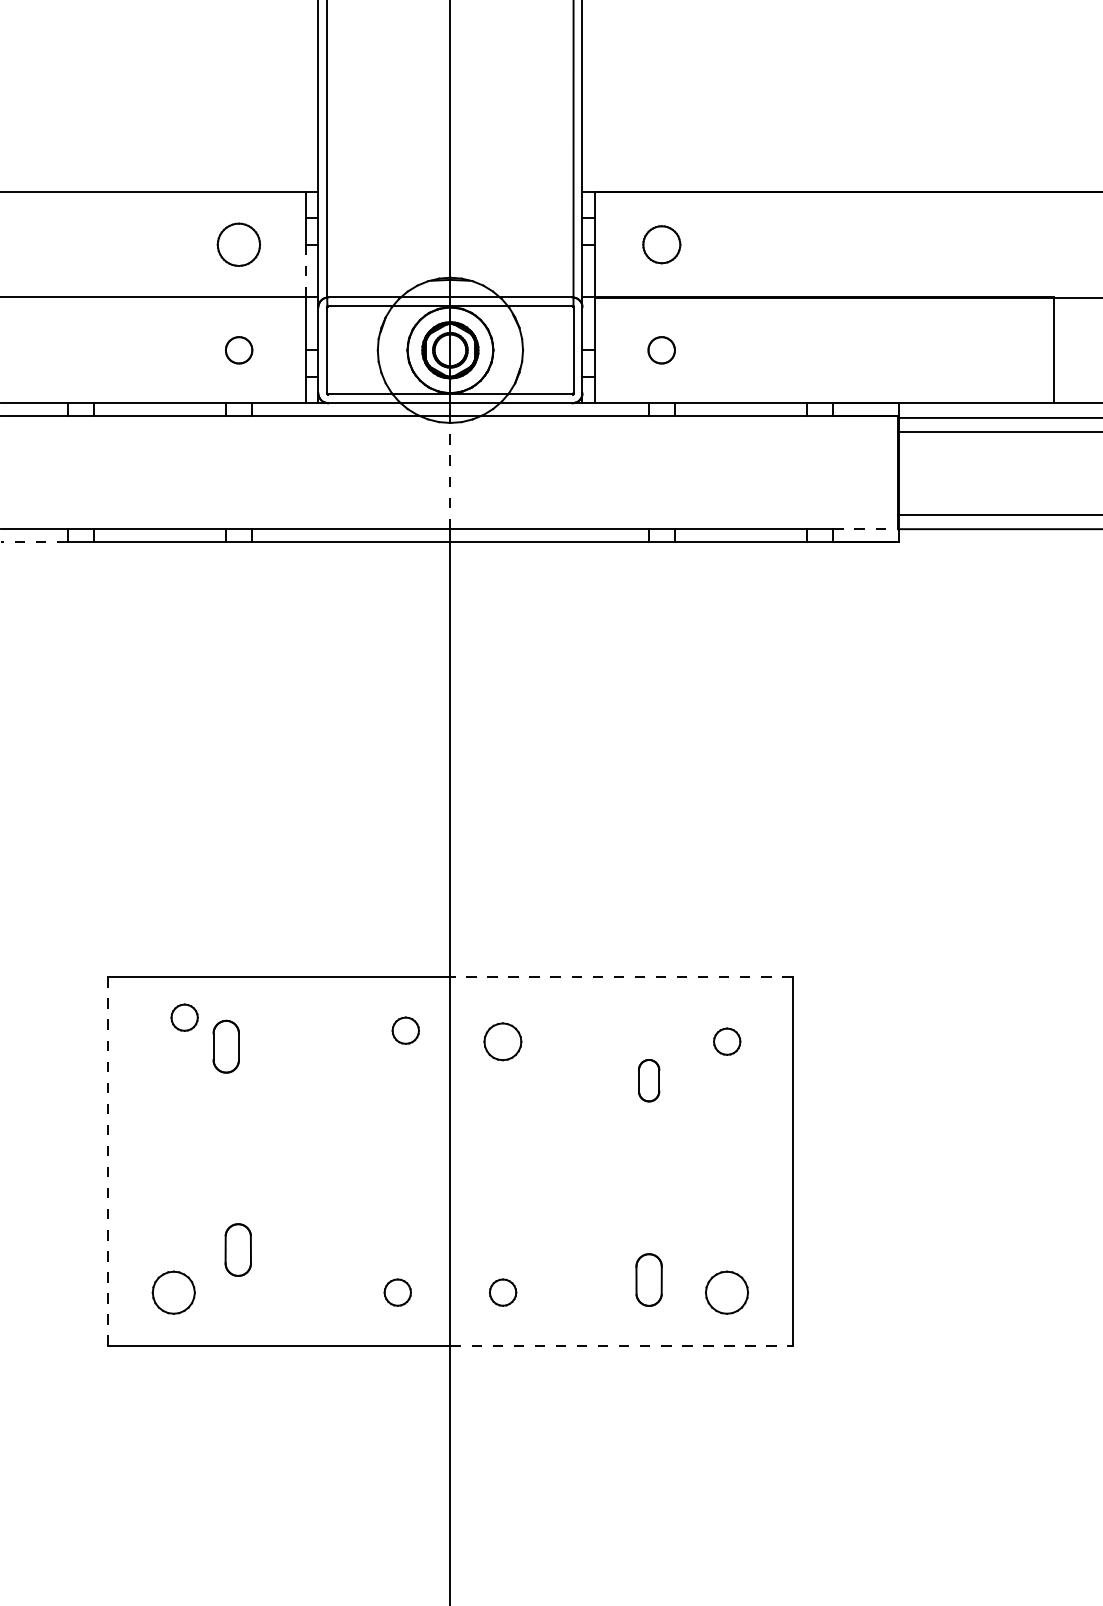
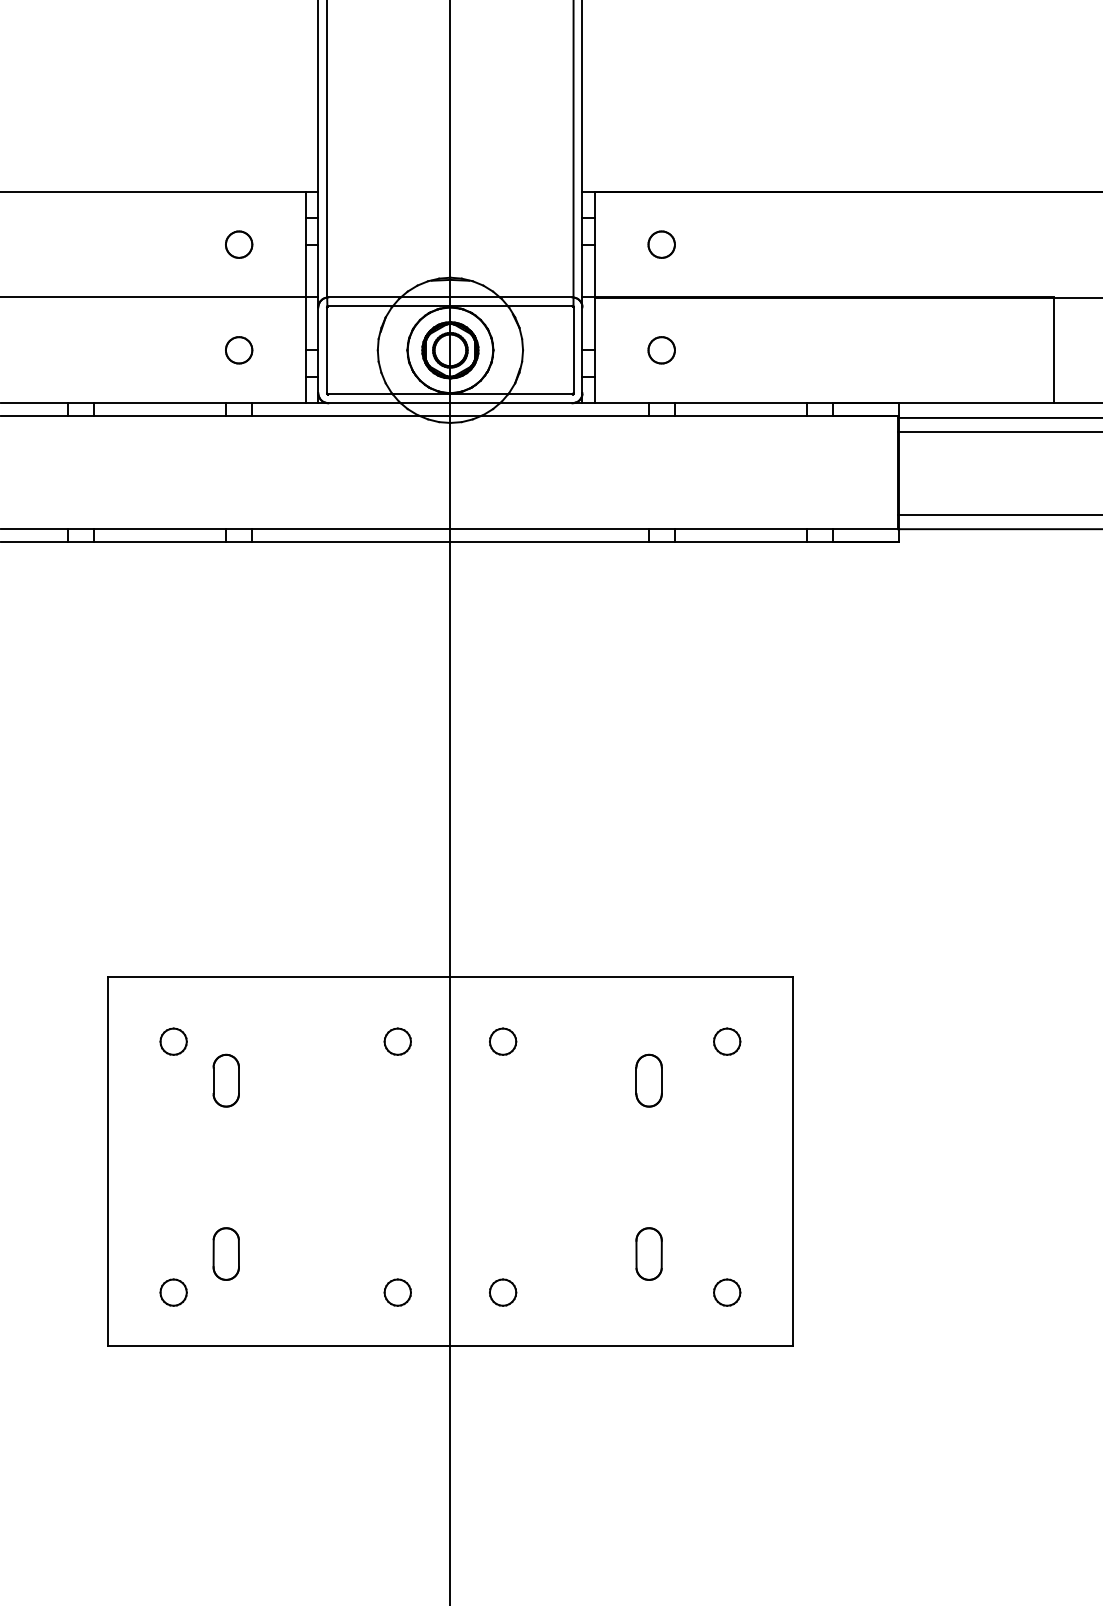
part at (238, 244) size: 45x45 px -> 29x29 px
part at (661, 244) size: 40x40 px -> 29x29 px
line at (305, 270): dashed -> solid
line at (450, 475): dashed -> solid
line at (866, 529): dashed -> solid
line at (33, 541): dashed -> solid
line at (621, 977): dashed -> solid
part at (184, 1017) position: (184, 1017) -> (173, 1041)
part at (405, 1030) position: (405, 1030) -> (397, 1041)
part at (502, 1041) size: 40x40 px -> 29x29 px
part at (225, 1046) position: (225, 1046) -> (225, 1080)
part at (649, 1080) size: 23x44 px -> 28x55 px
line at (108, 1162): dashed -> solid
part at (237, 1249) position: (237, 1249) -> (225, 1253)
part at (648, 1279) position: (648, 1279) -> (648, 1253)
part at (173, 1292) size: 45x45 px -> 29x29 px
part at (726, 1292) size: 44x45 px -> 29x29 px
line at (622, 1345): dashed -> solid
